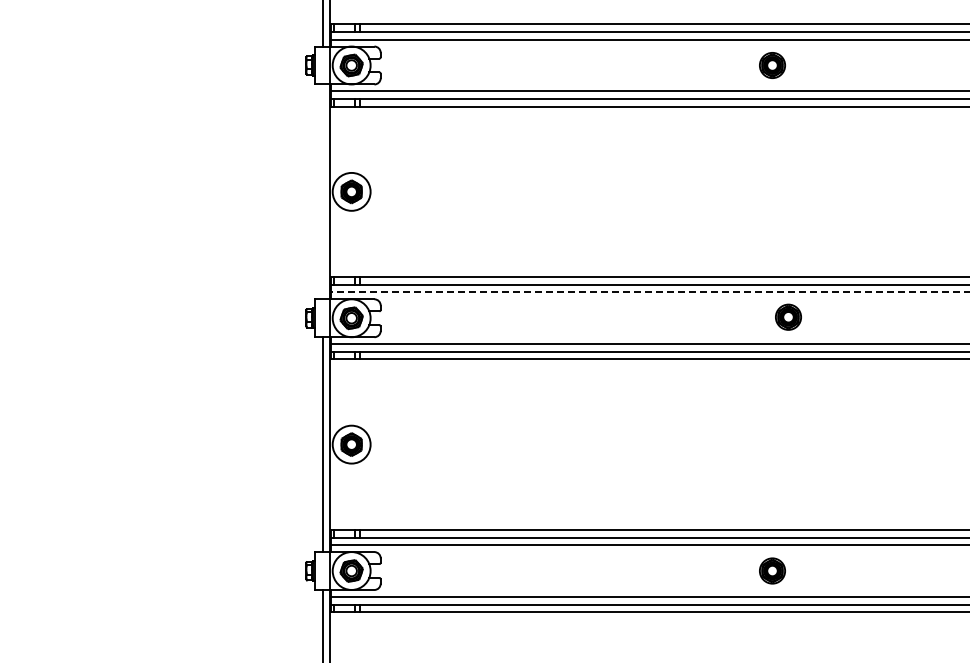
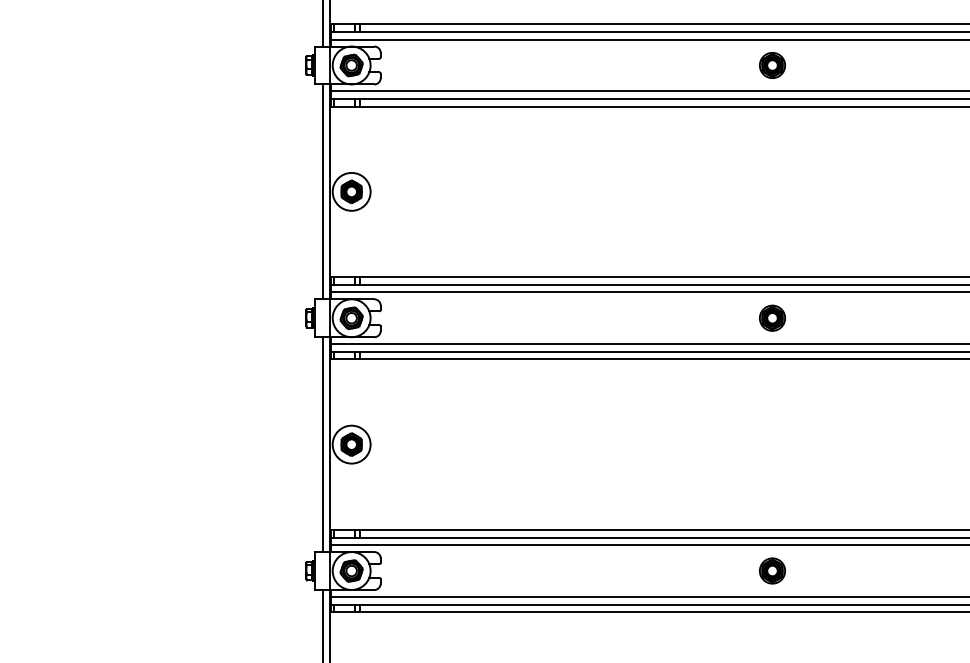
line at (322, 191): none -> present
line at (650, 292): dashed -> solid
part at (788, 316) position: (788, 316) -> (772, 317)
